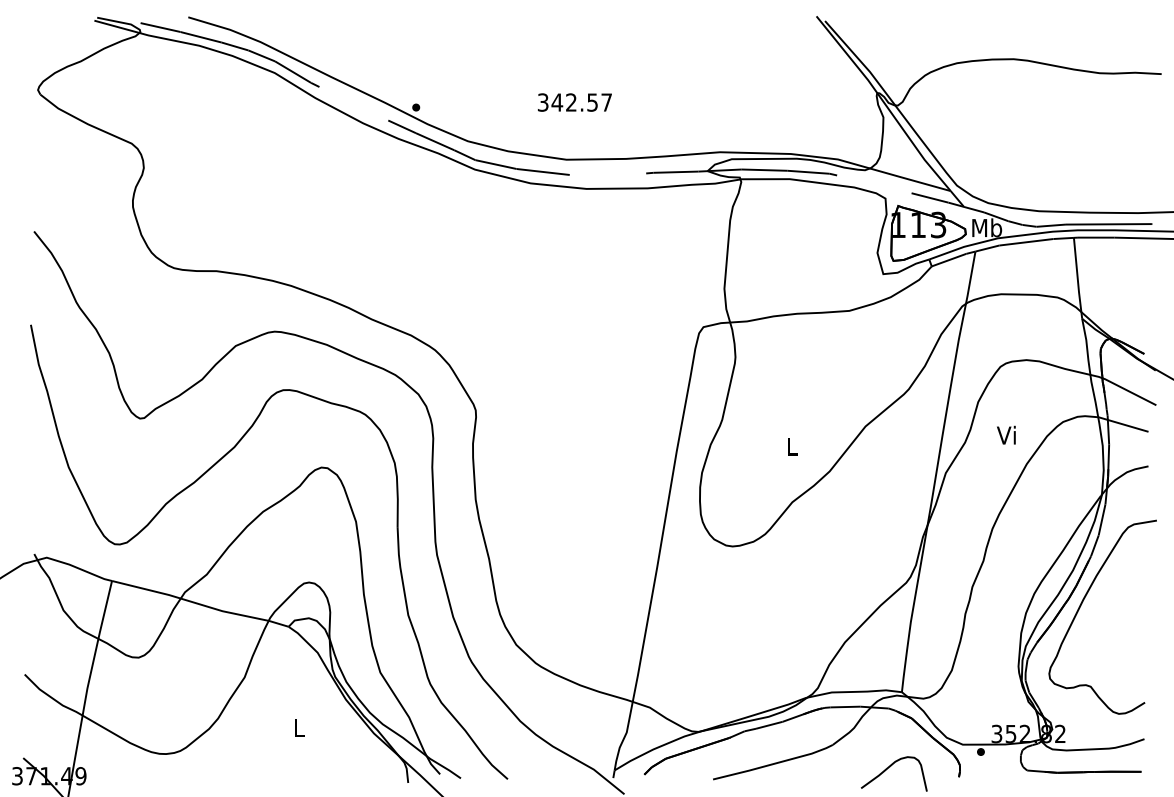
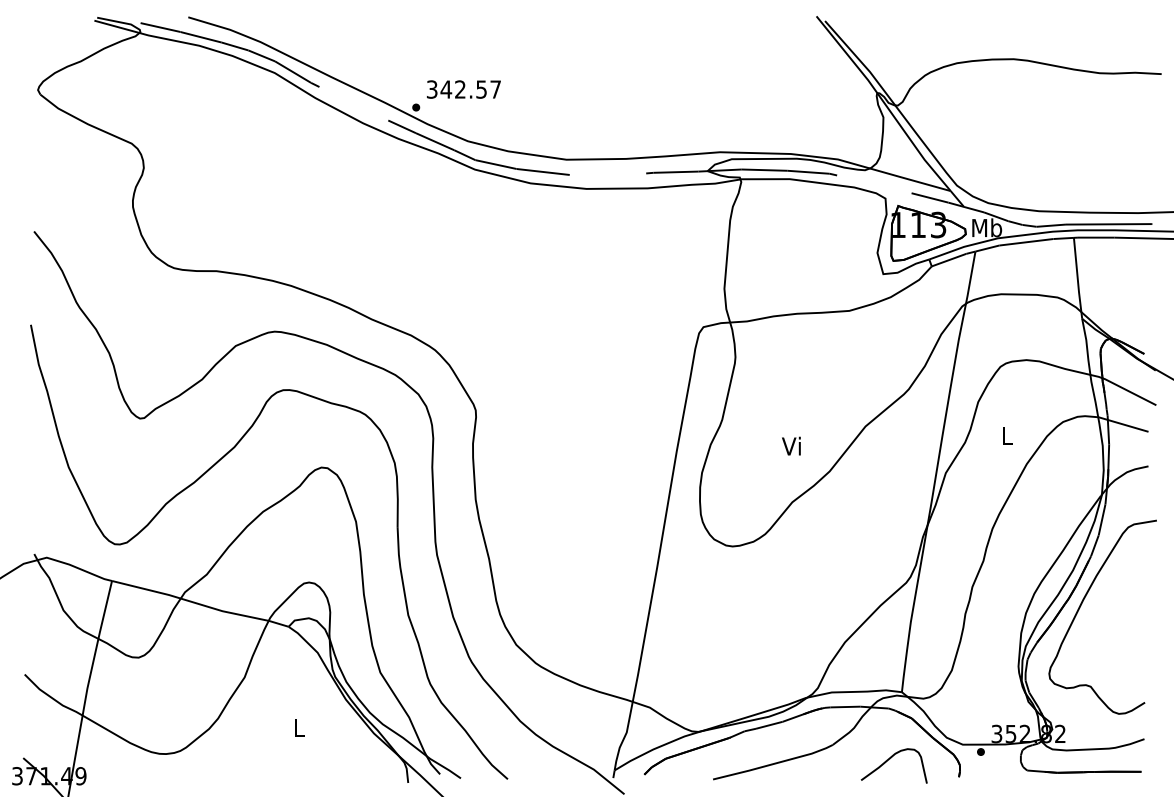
text at (574, 102) position: (574, 102) -> (463, 89)
text at (1006, 434): Vi -> L
text at (791, 445): L -> Vi
curve at (890, 767) position: (890, 767) -> (890, 759)
